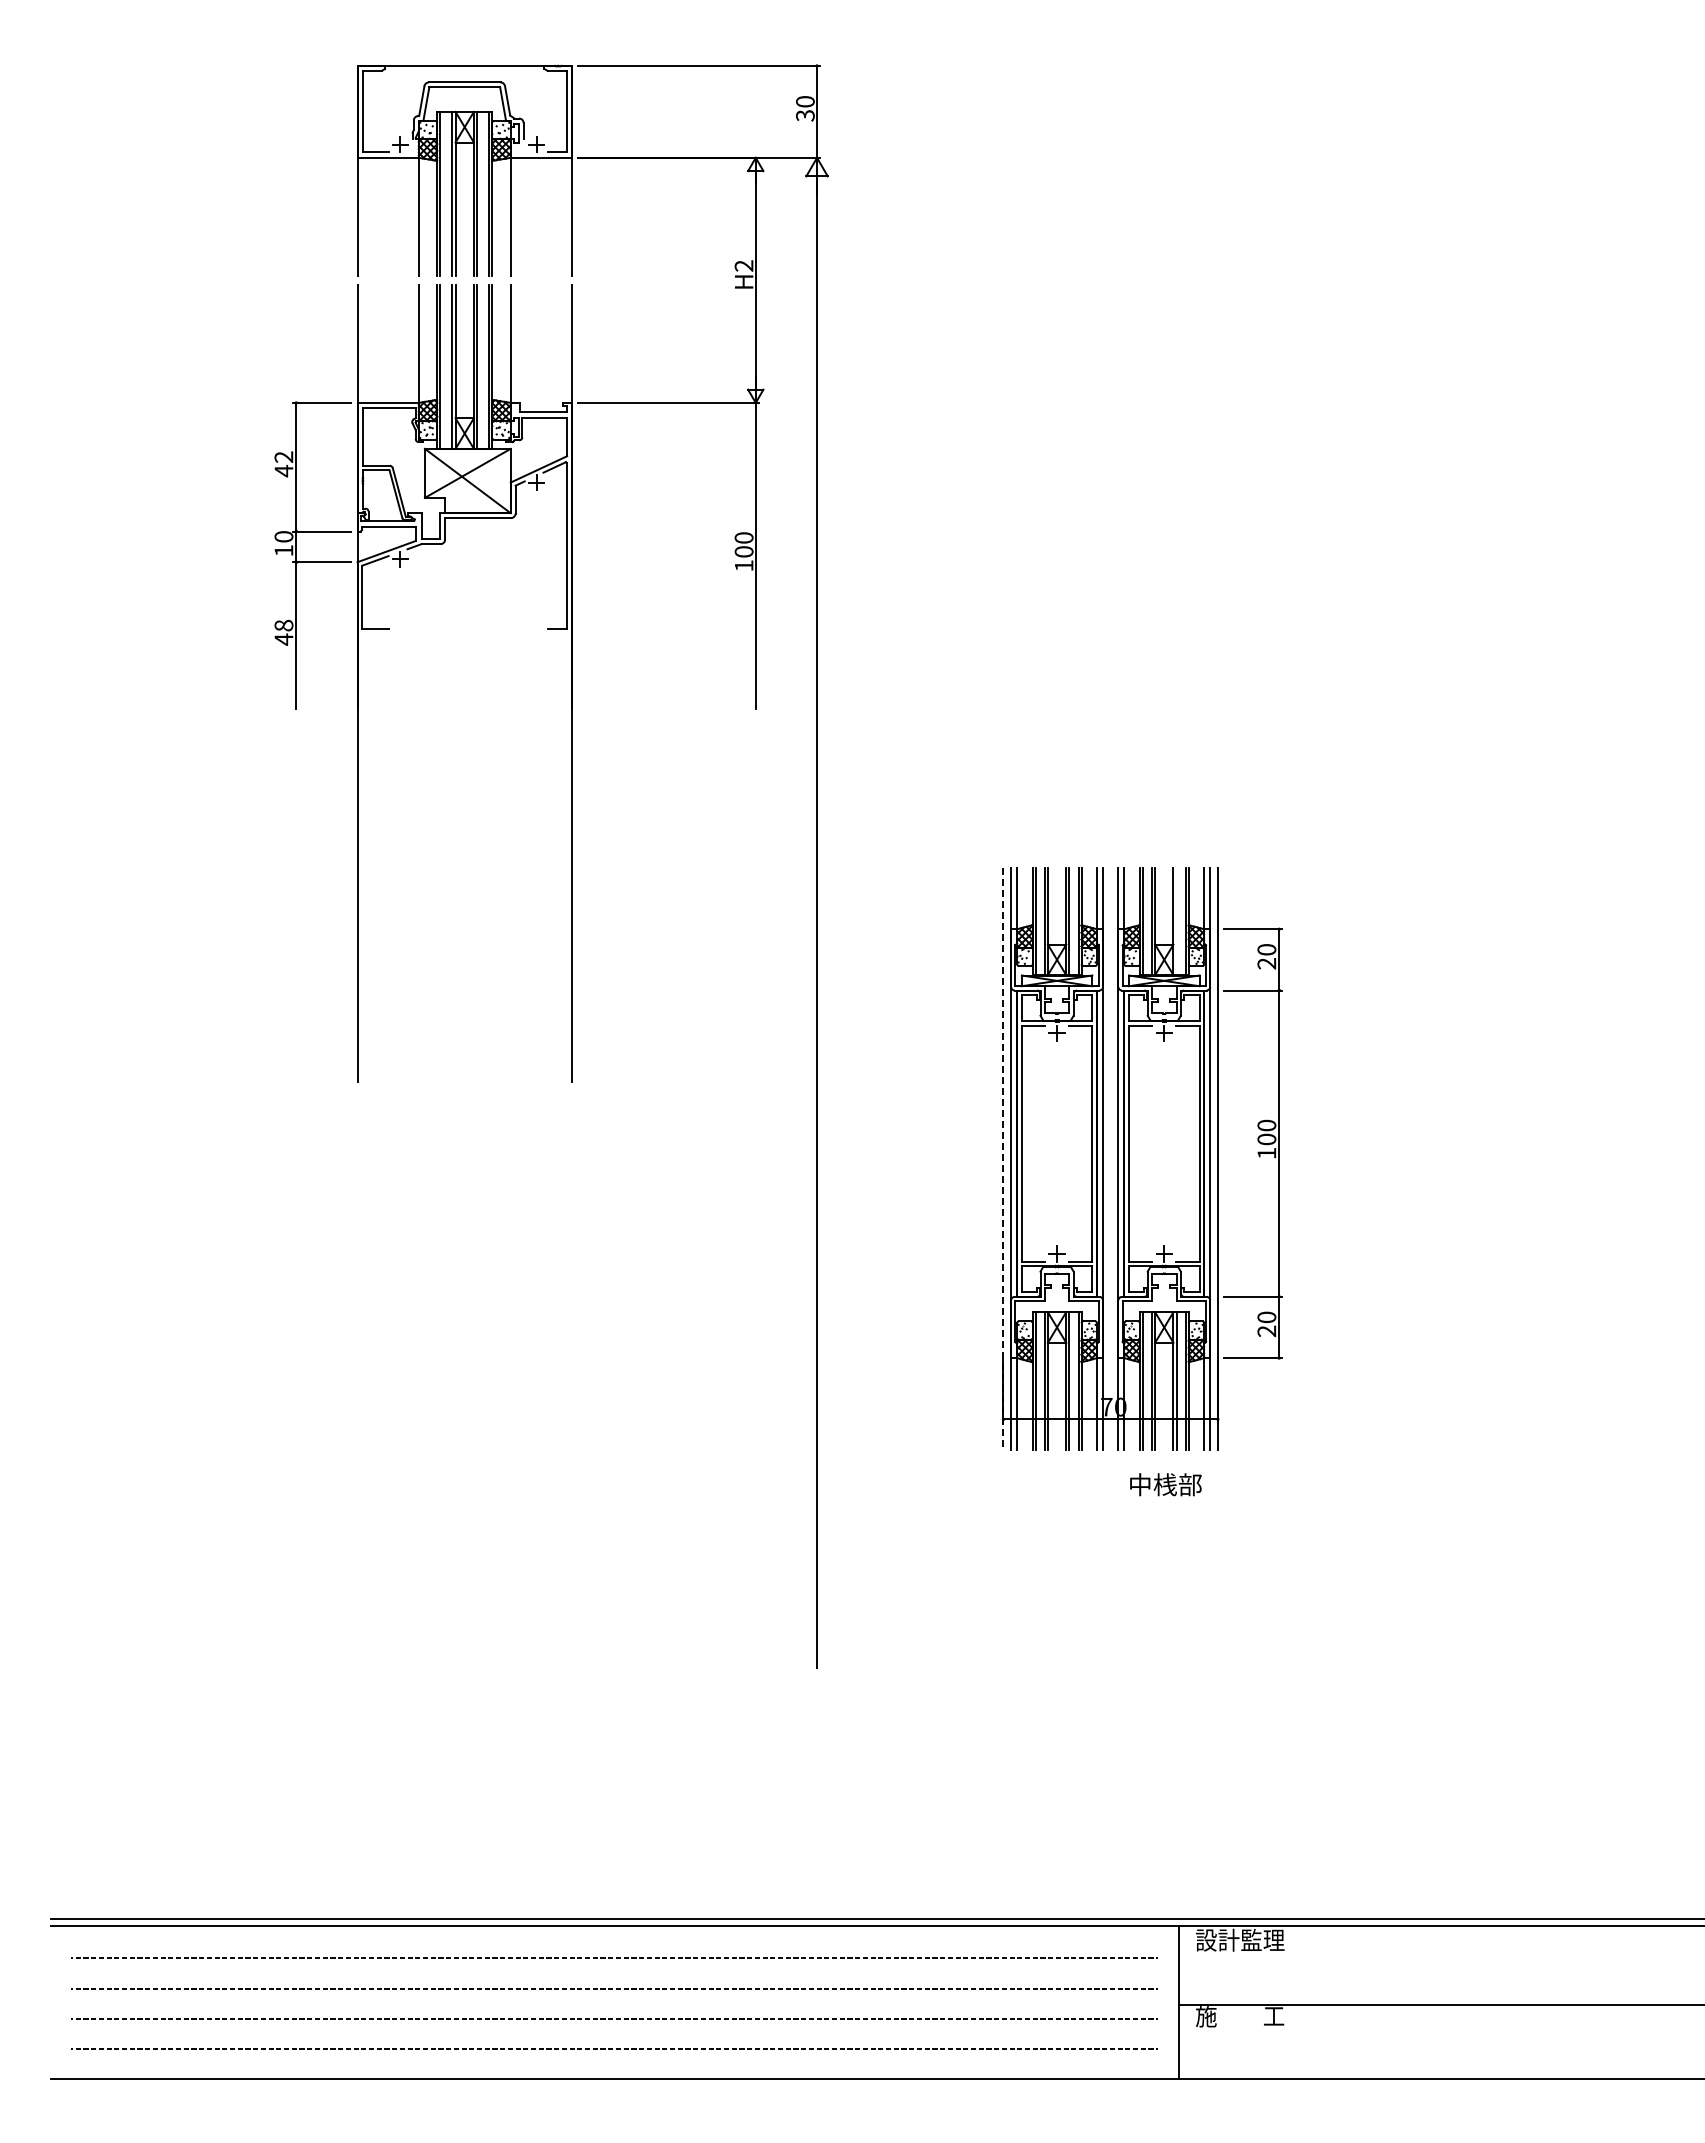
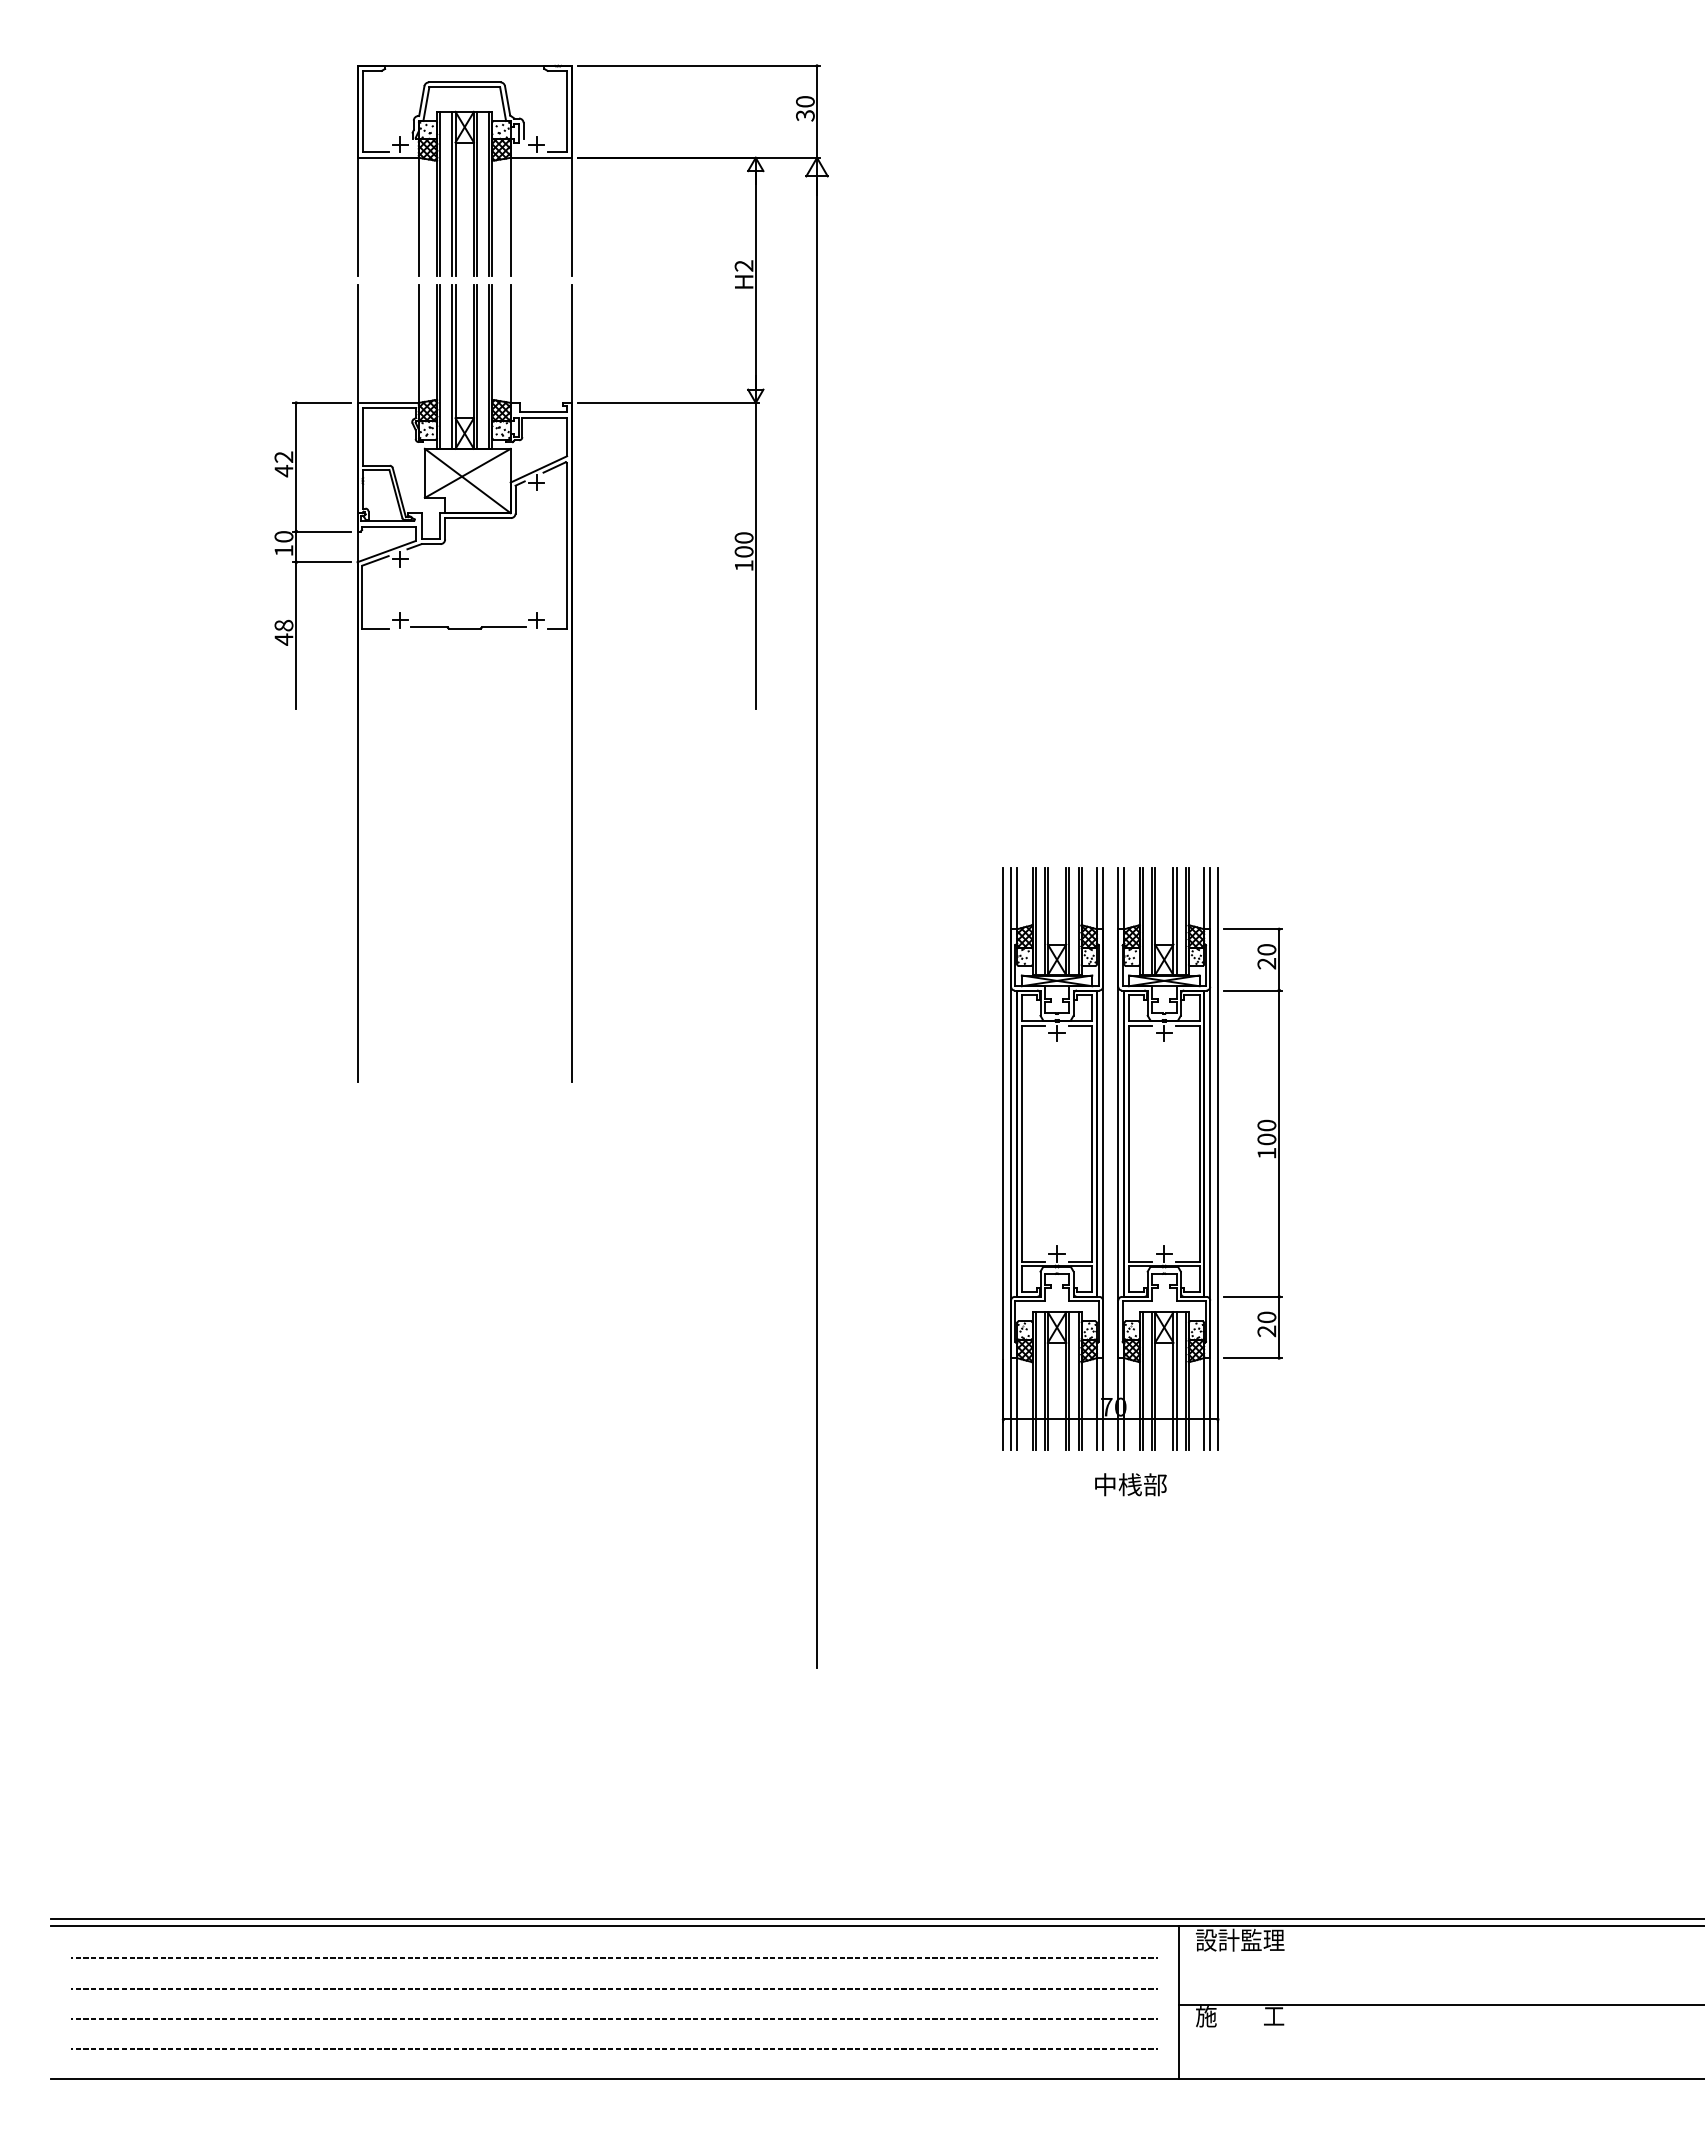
part at (468, 628): none -> present
line at (1176, 921): none -> present
line at (1003, 1159): dashed -> solid
text at (1165, 1484) position: (1165, 1484) -> (1130, 1484)
